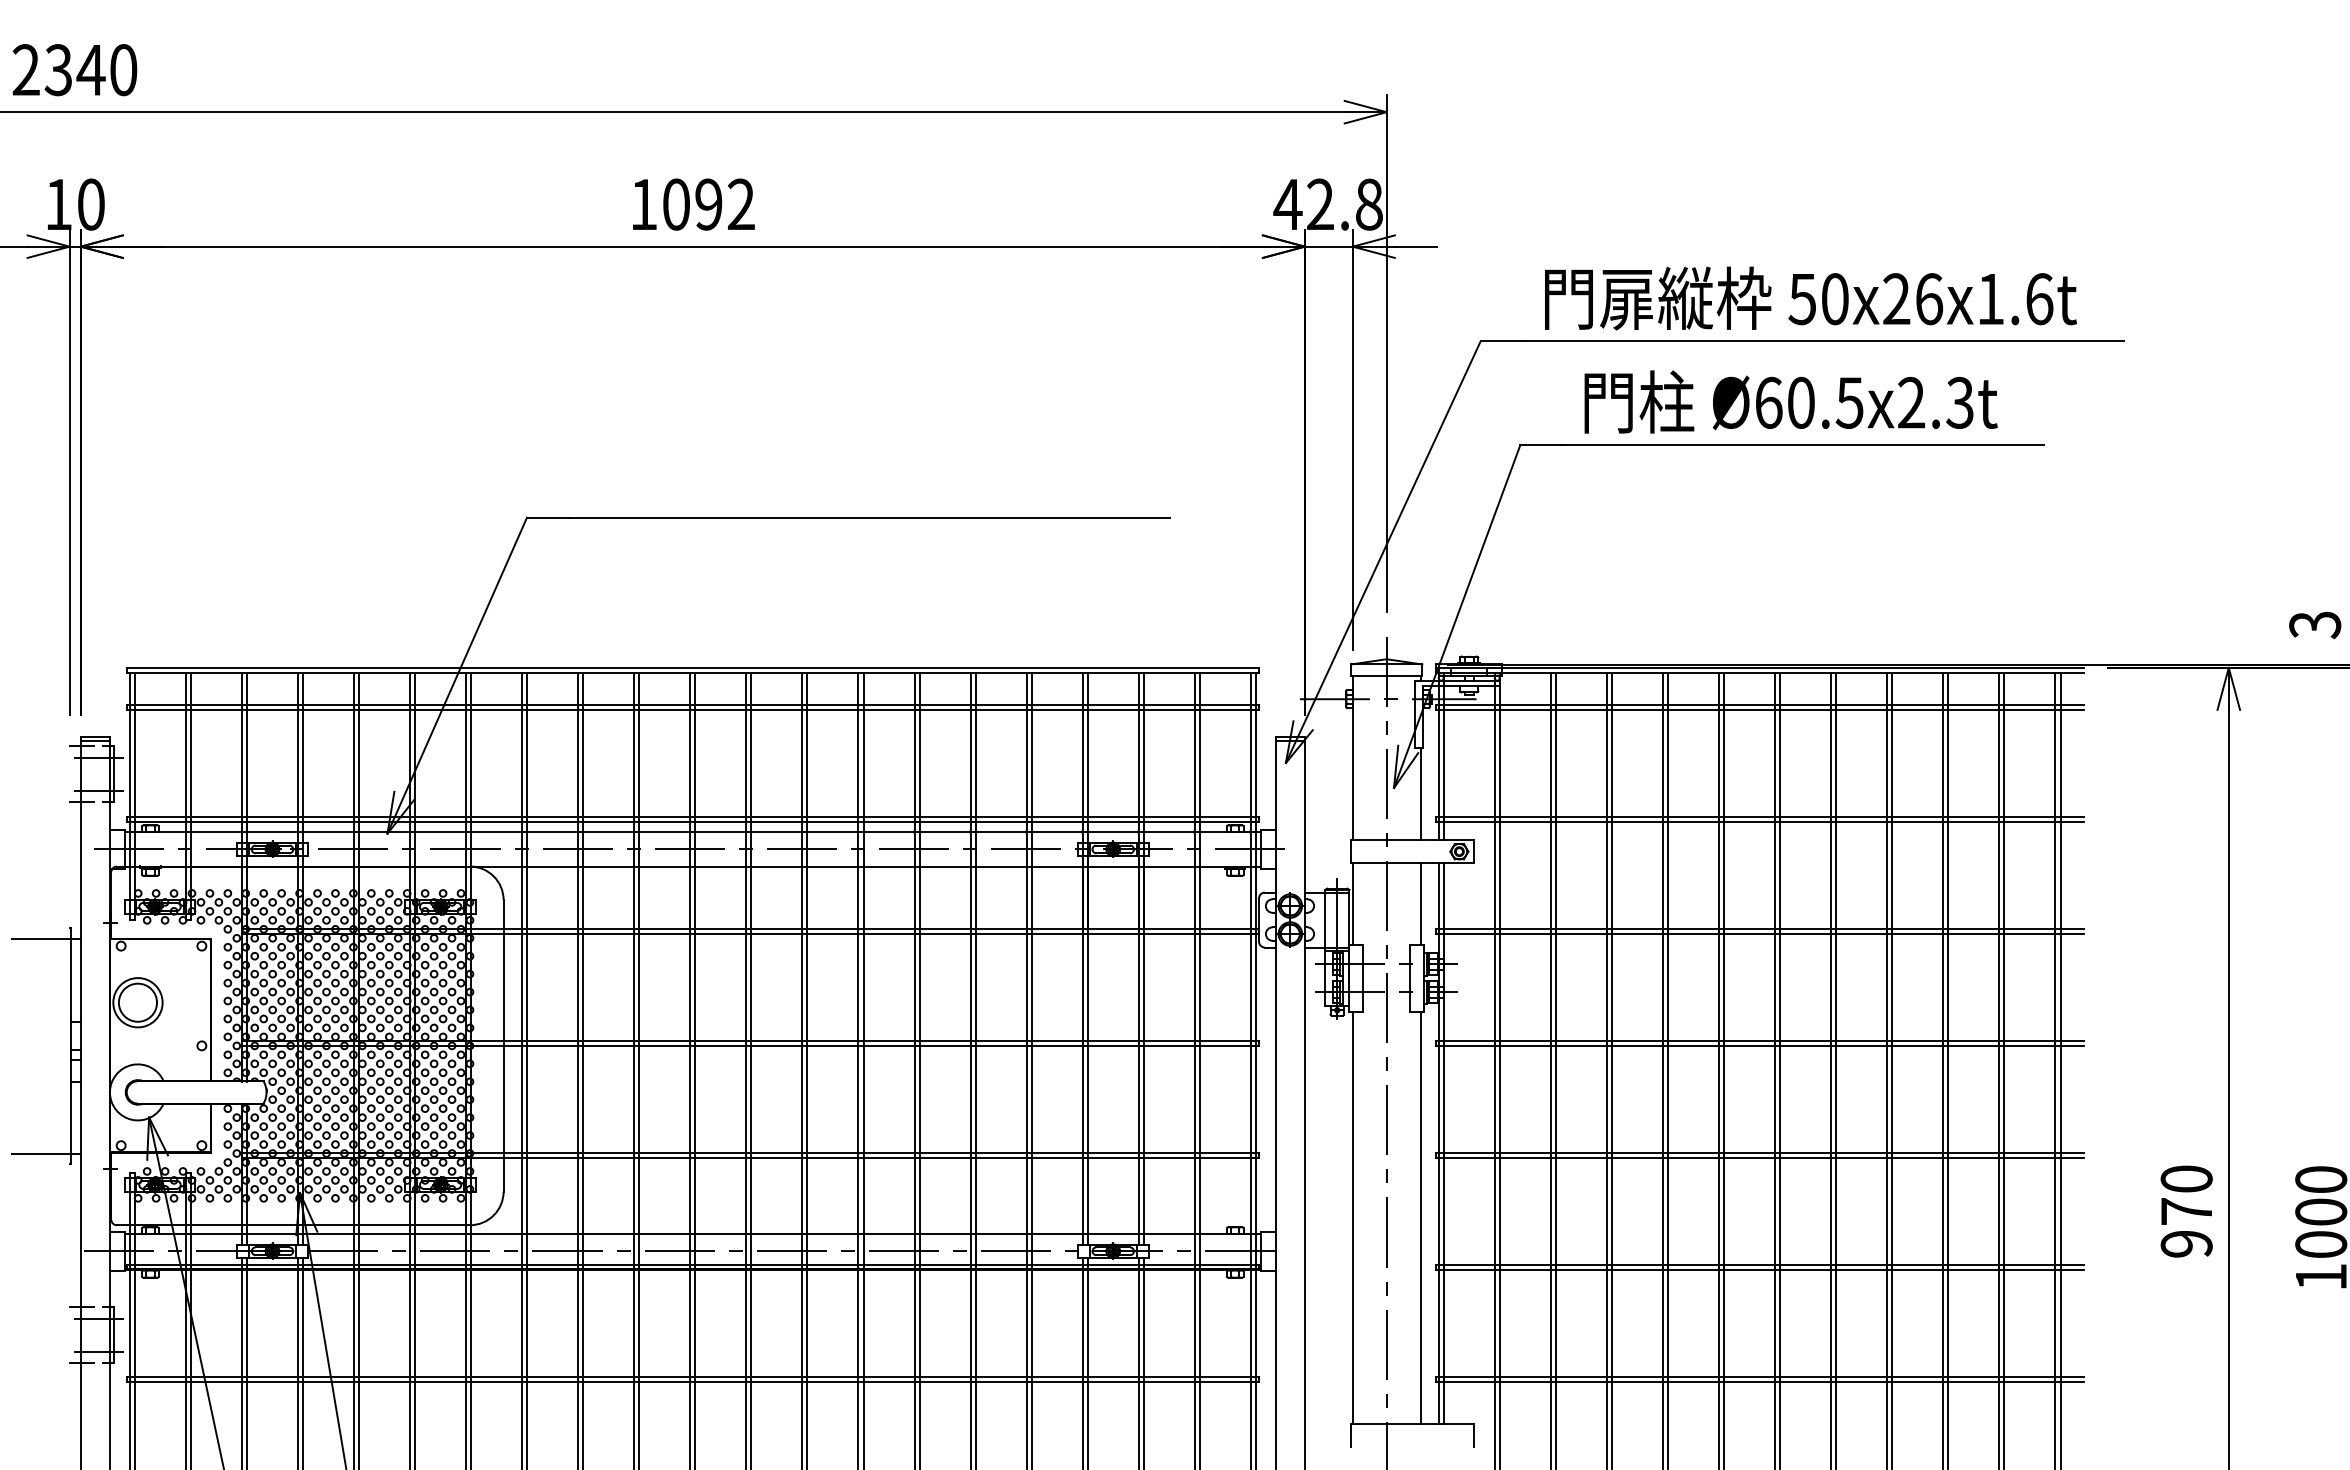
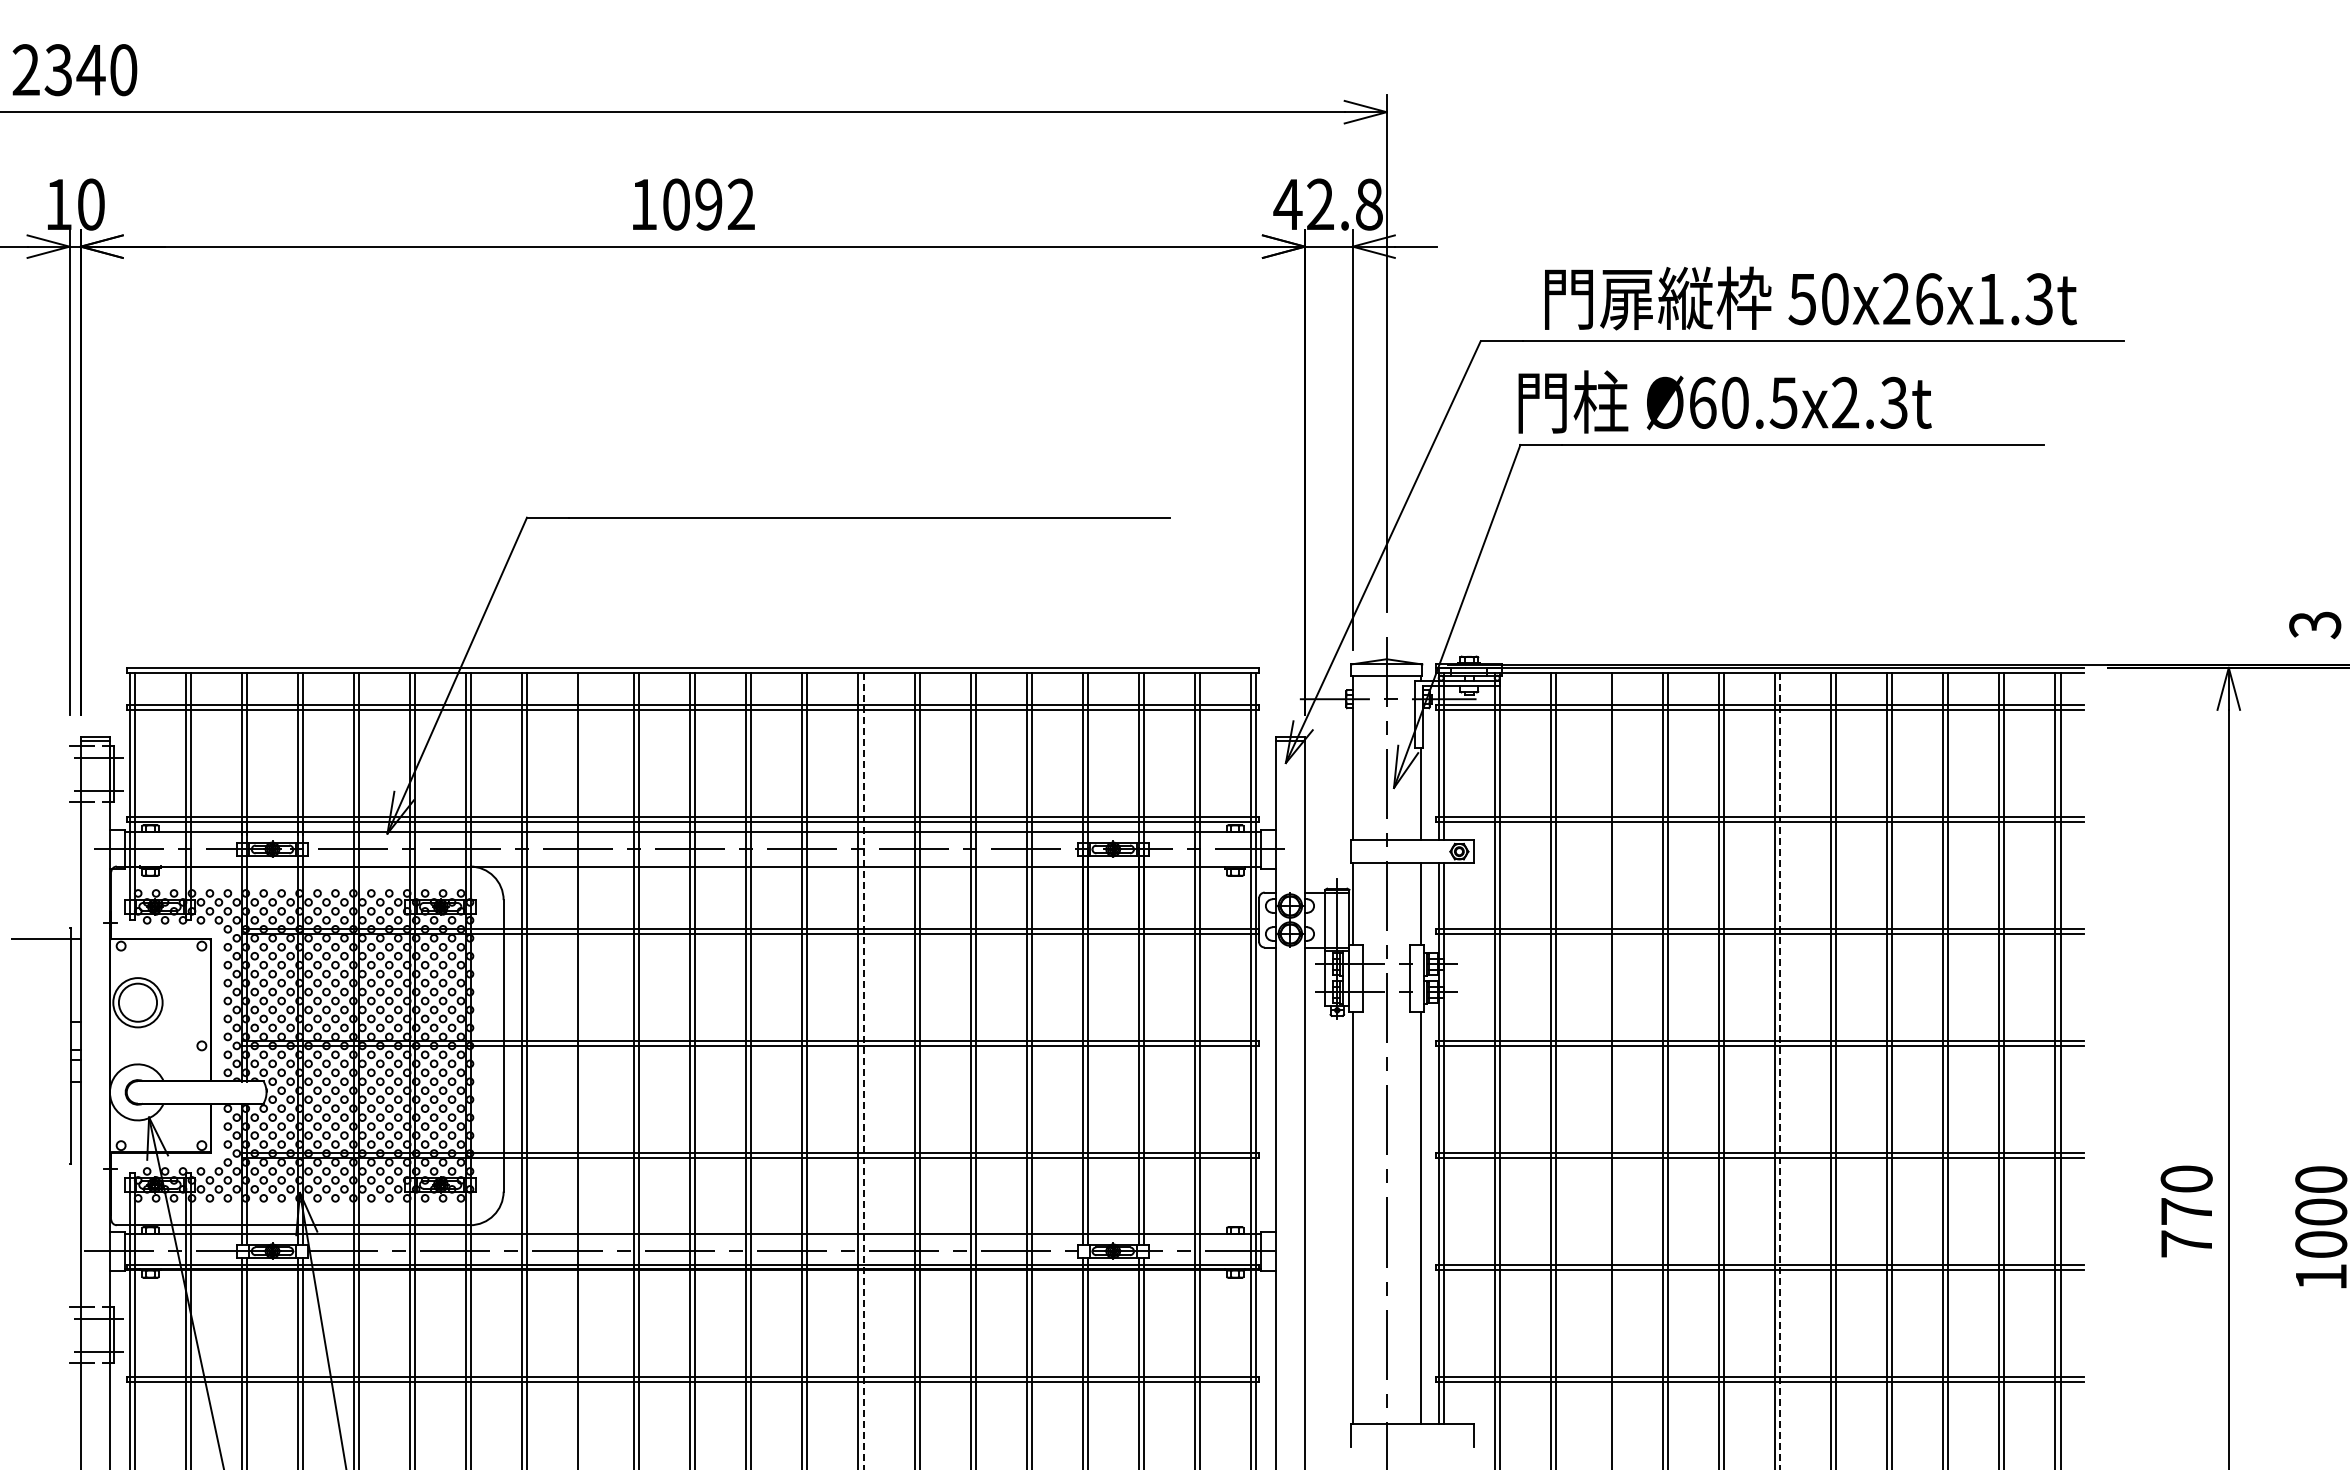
text at (2039, 299): 50x26x1.6t -> 50x26x1.3t
text at (1790, 401) position: (1790, 401) -> (1724, 401)
line at (583, 1069): present -> none
line at (1607, 1069): present -> none
line at (863, 1071): solid -> dashed
line at (1780, 1071): solid -> dashed
line at (42, 1153): present -> none
text at (2186, 1243): 970 -> 770
